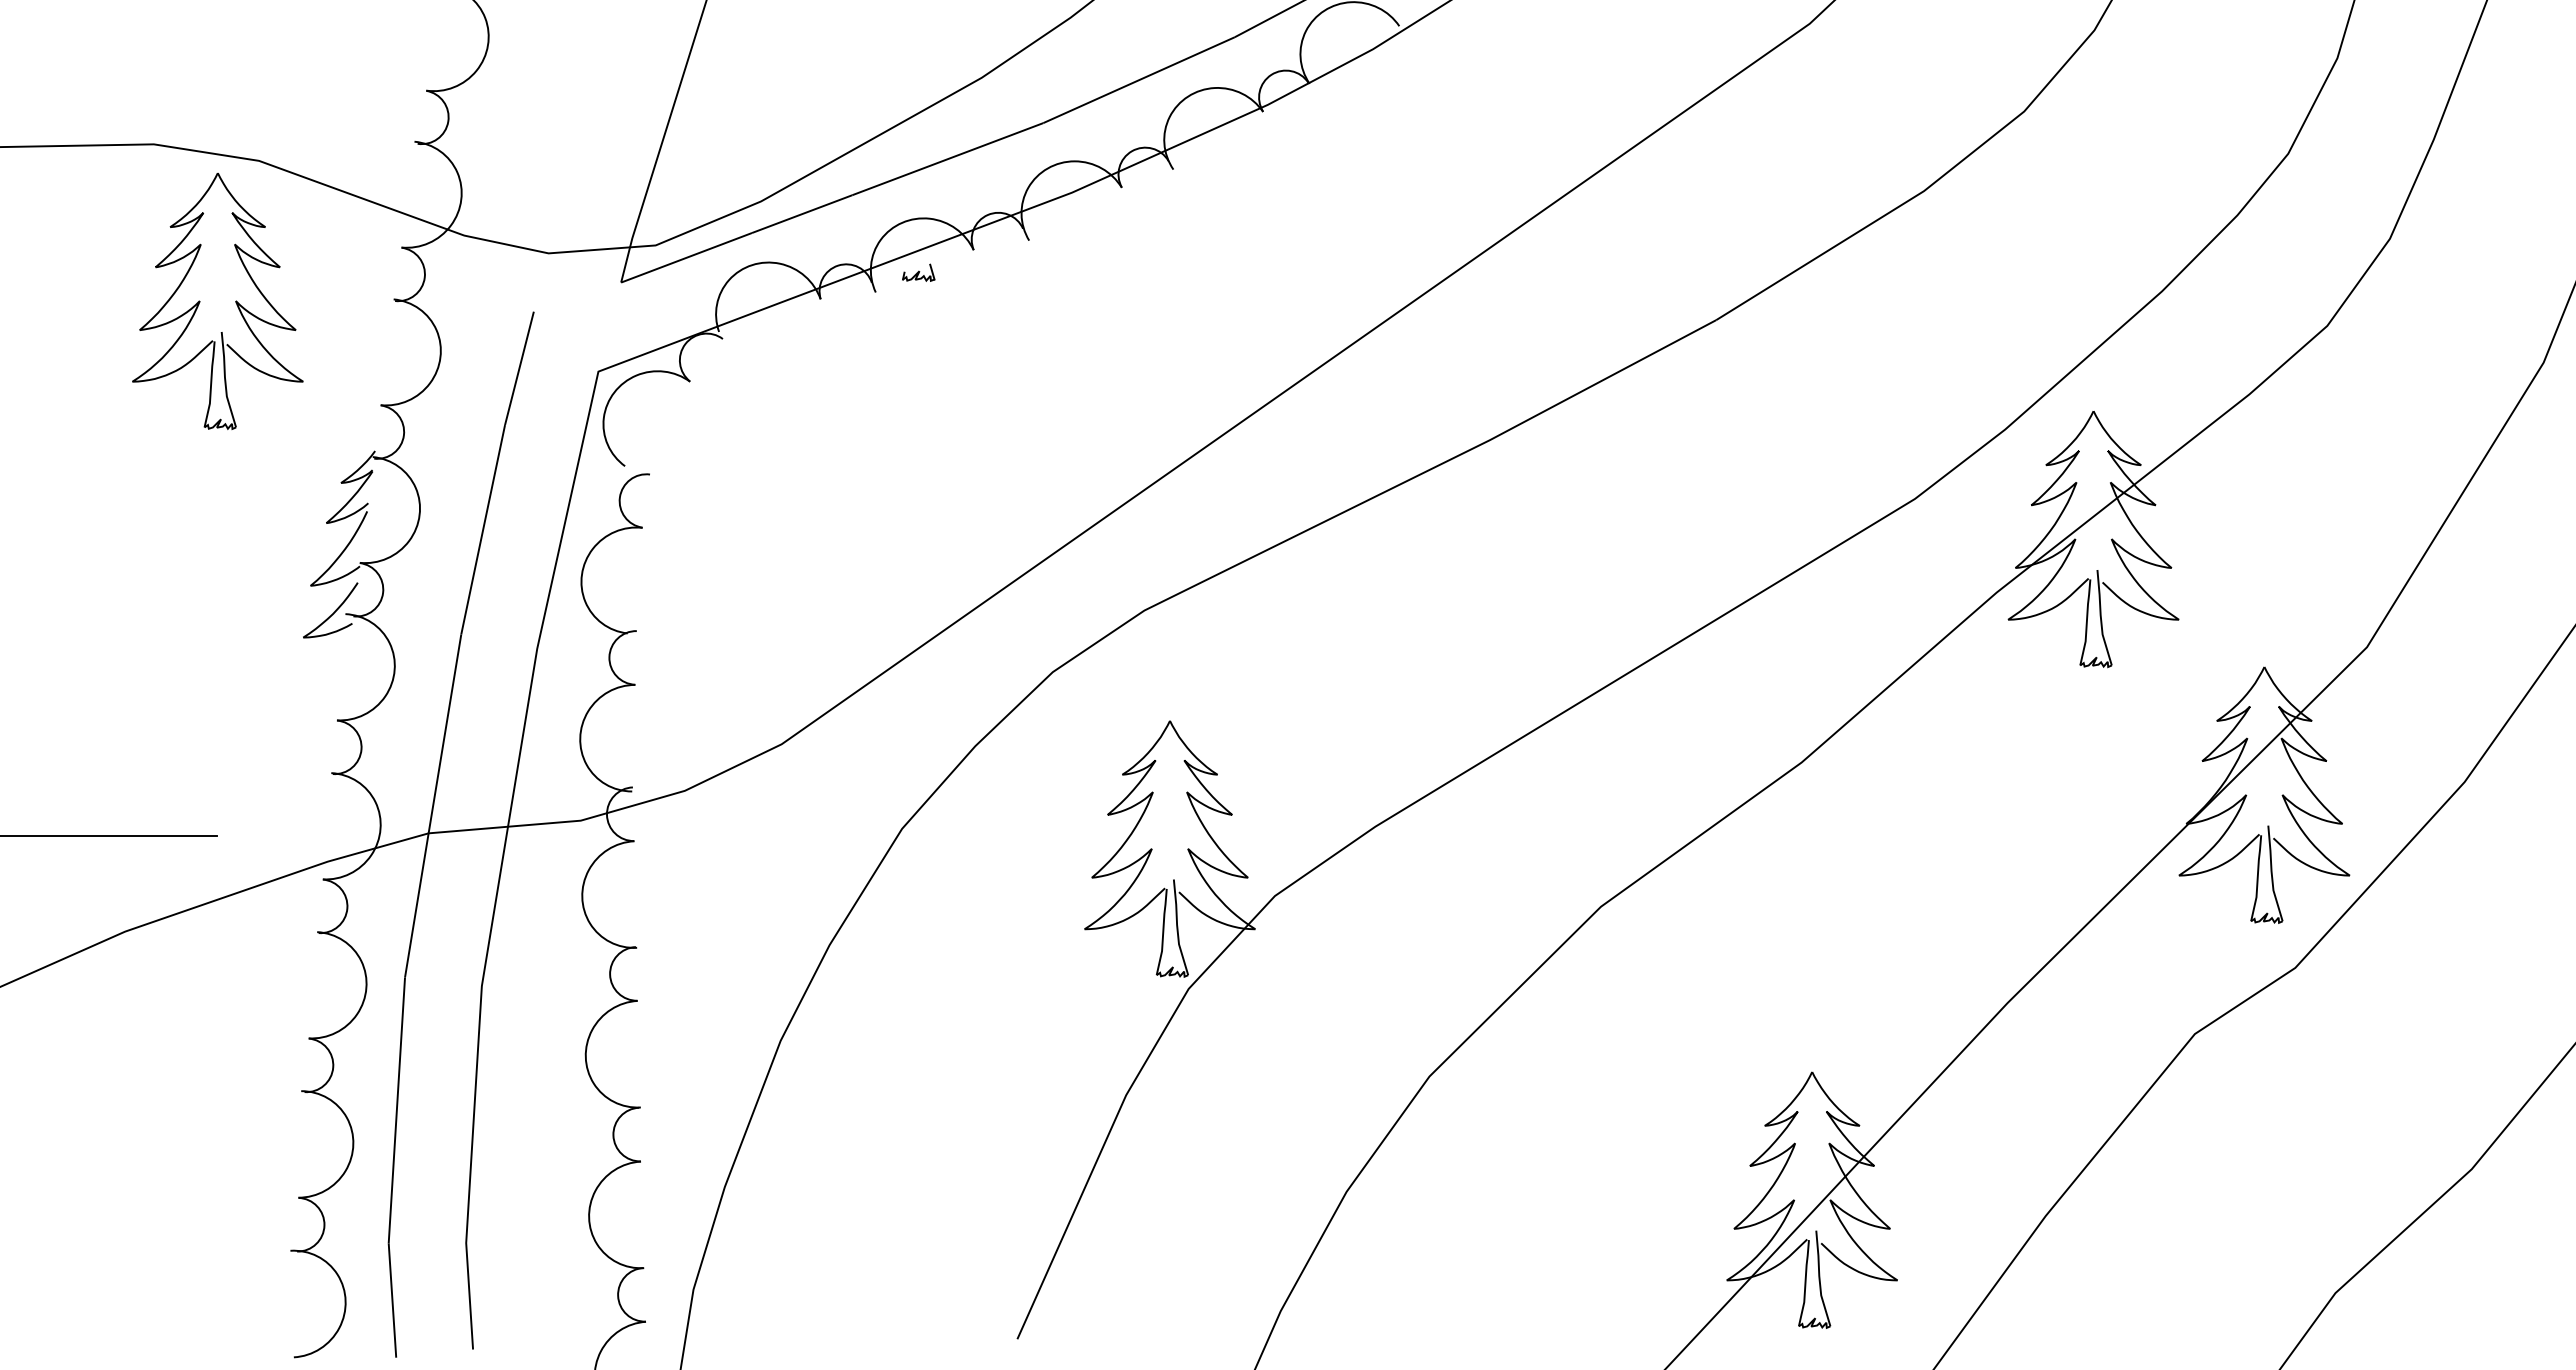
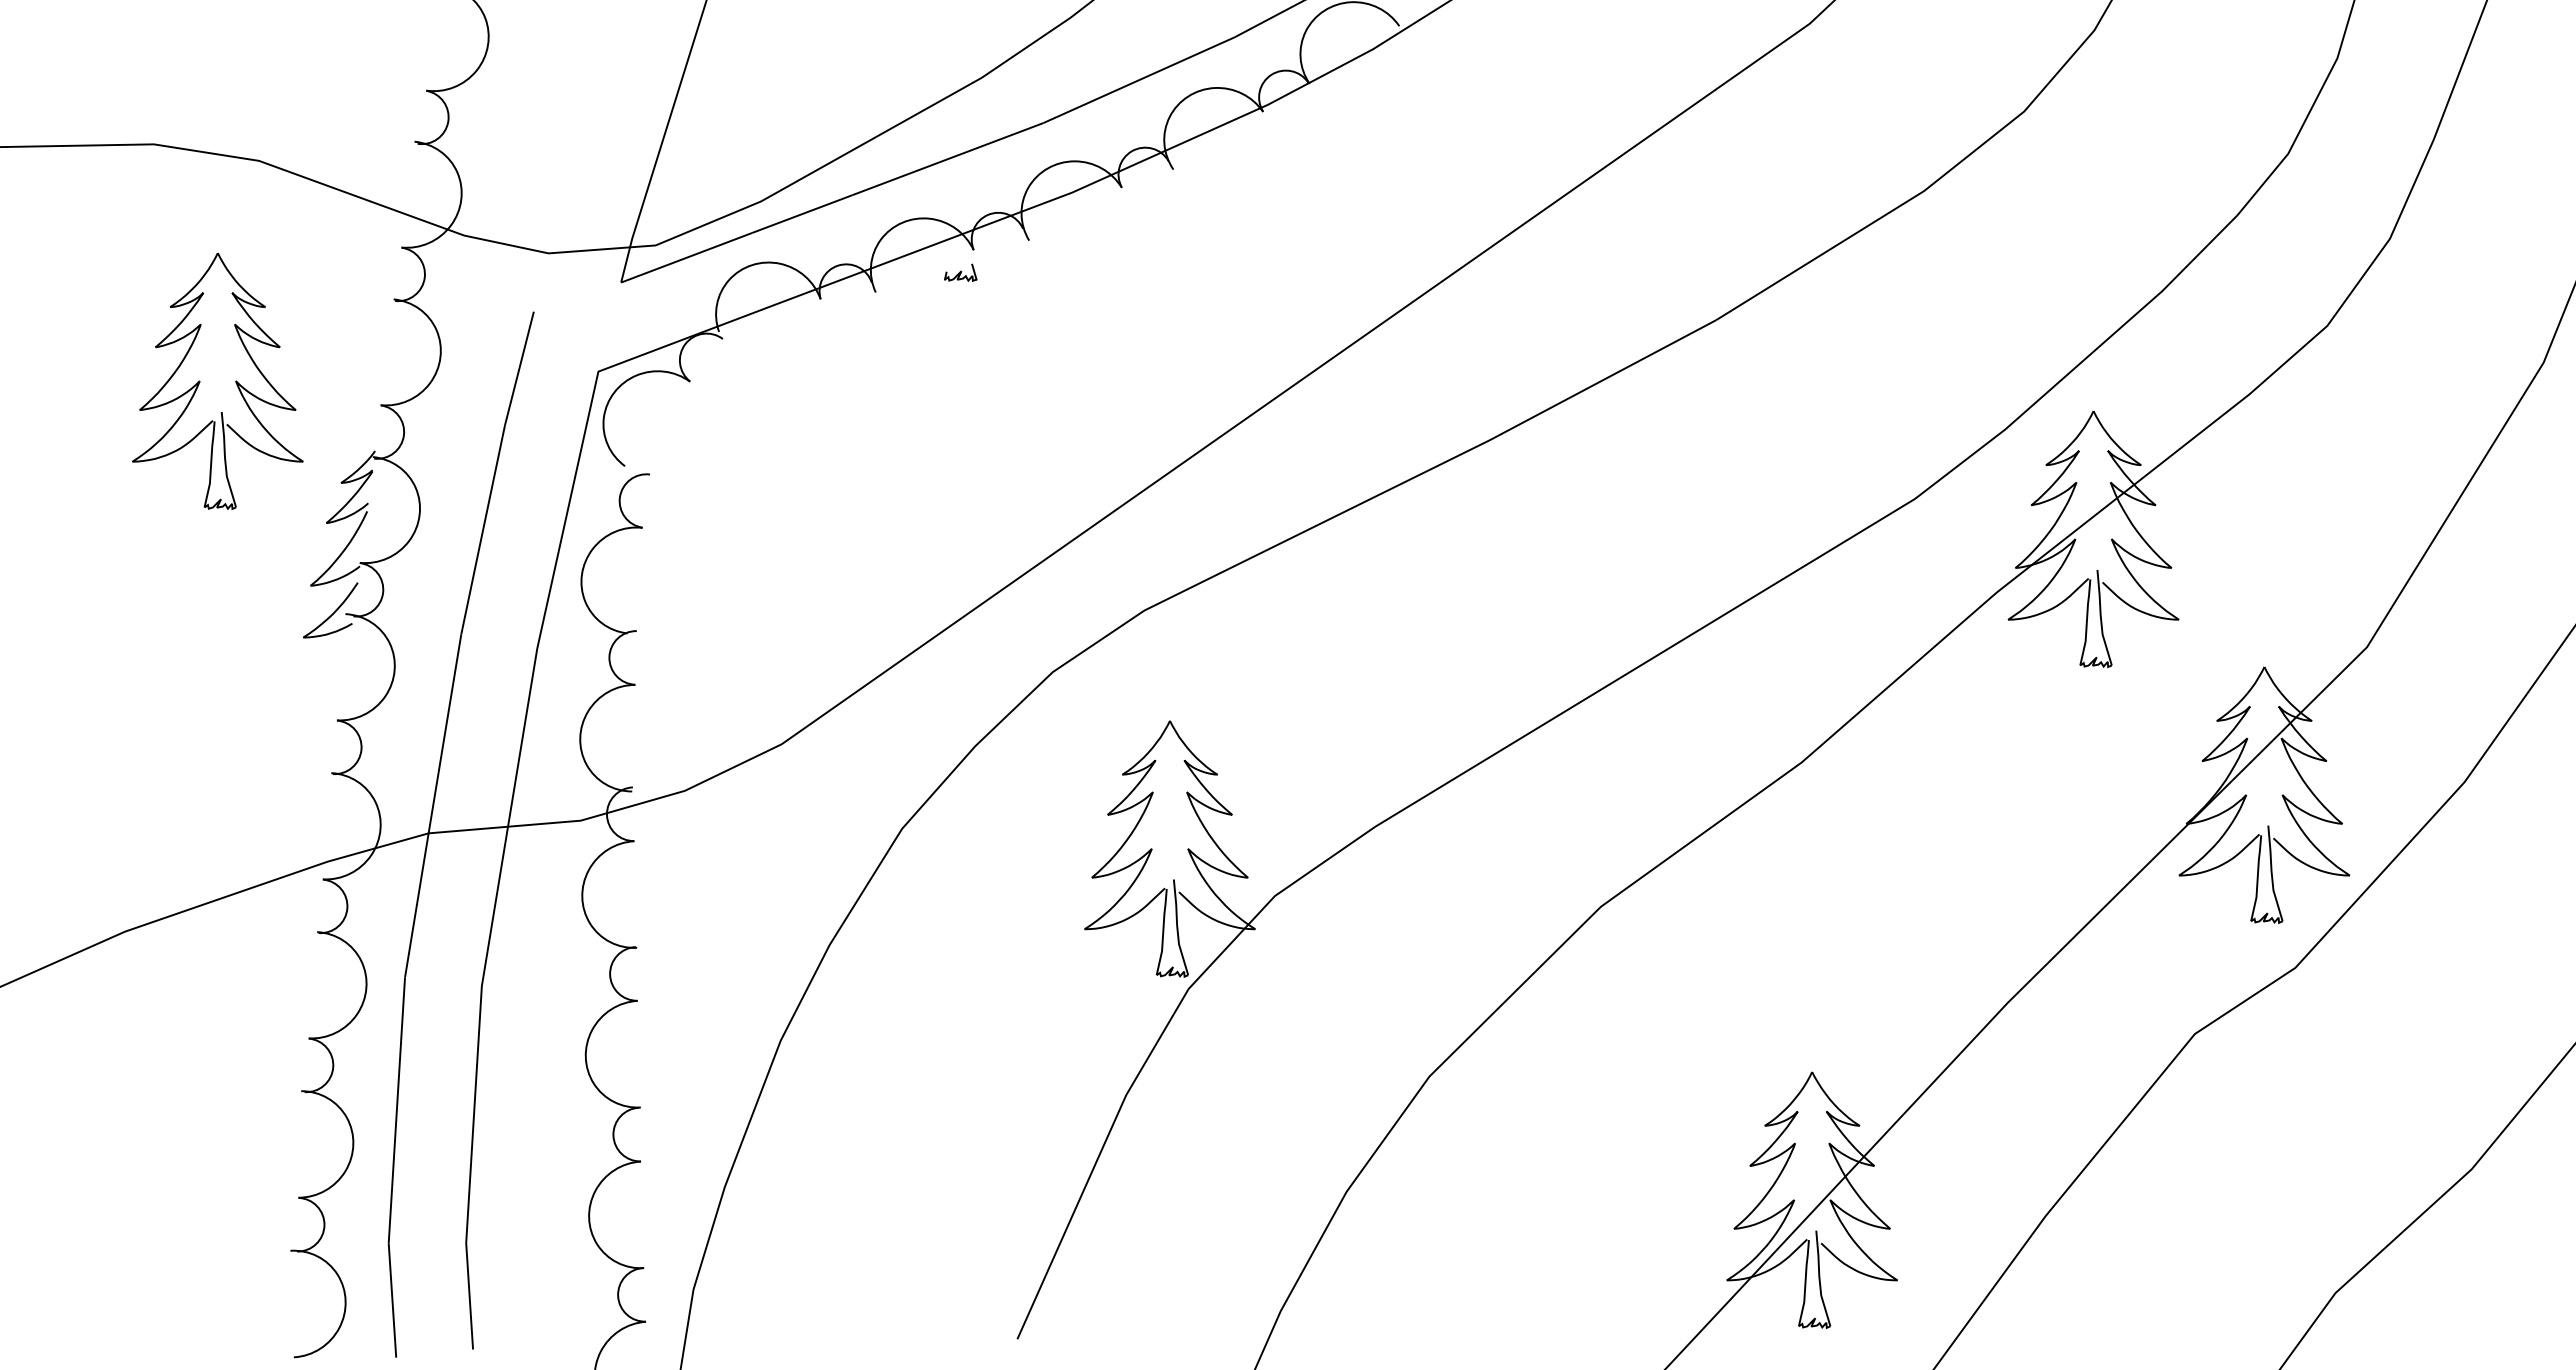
part at (918, 272) position: (918, 272) -> (960, 272)
part at (200, 301) position: (200, 301) -> (200, 381)
line at (109, 836): present -> none
